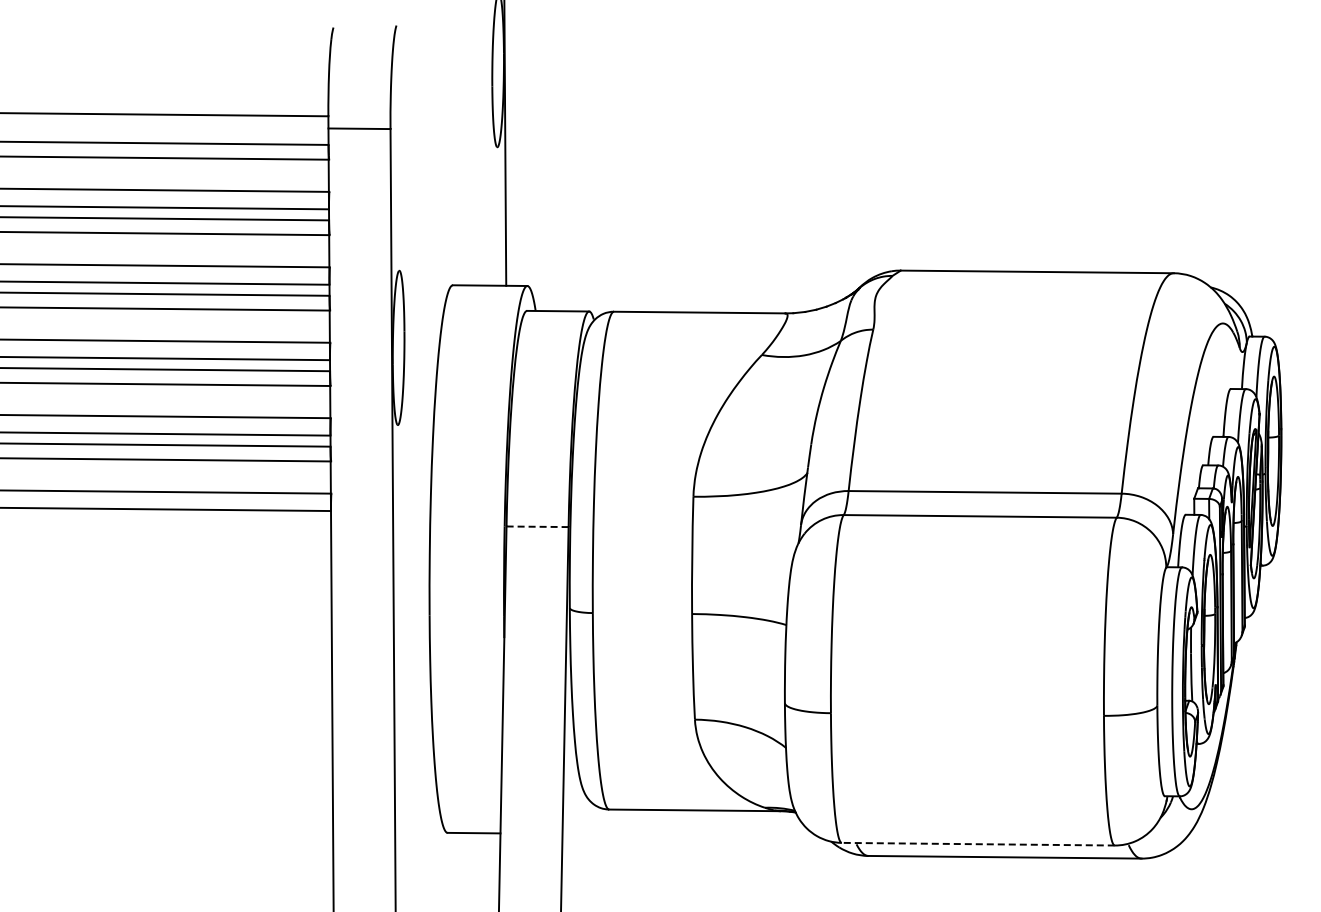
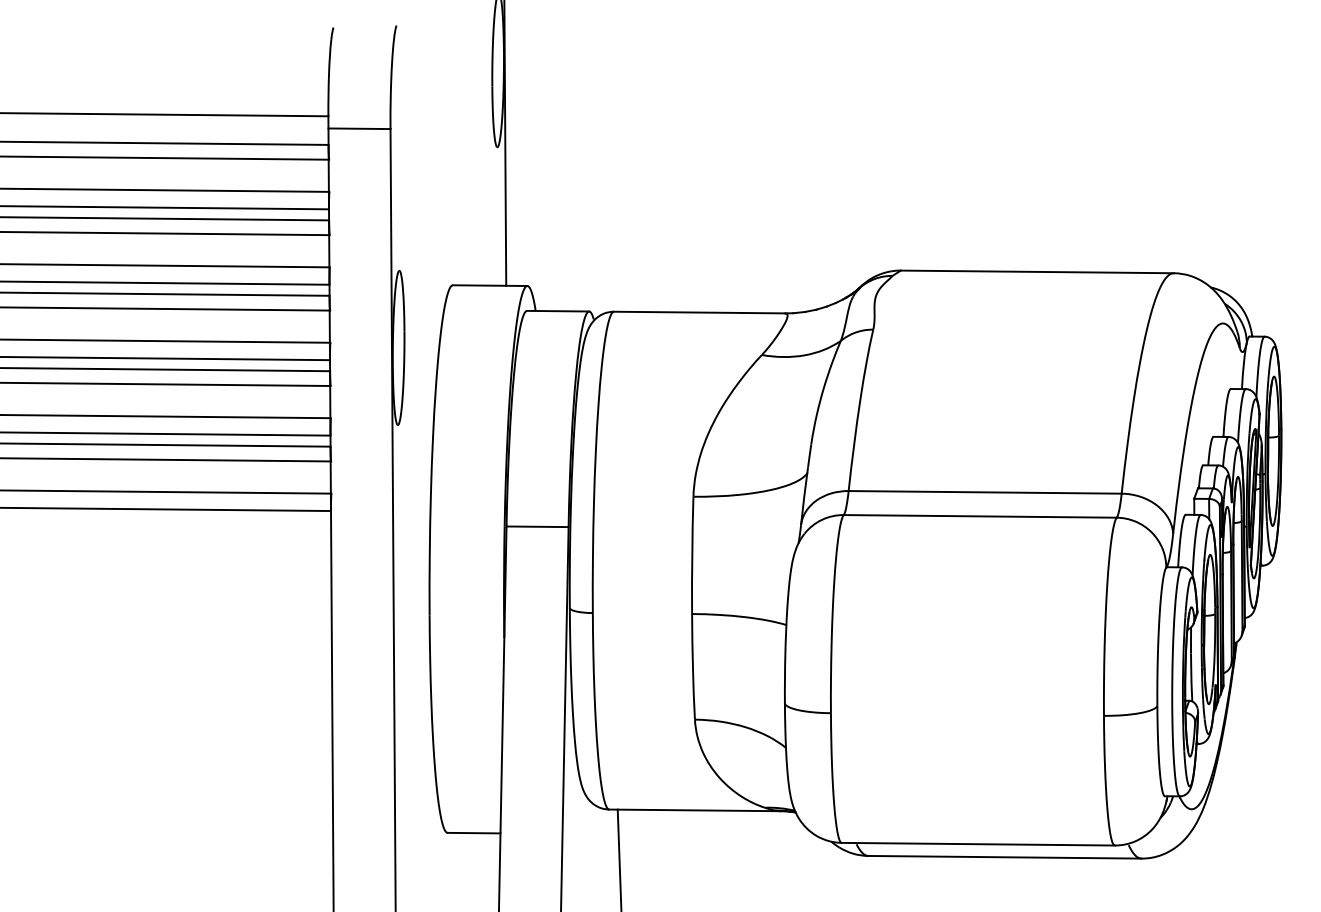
line at (537, 526): dashed -> solid
line at (978, 844): dashed -> solid
line at (619, 858): none -> present
